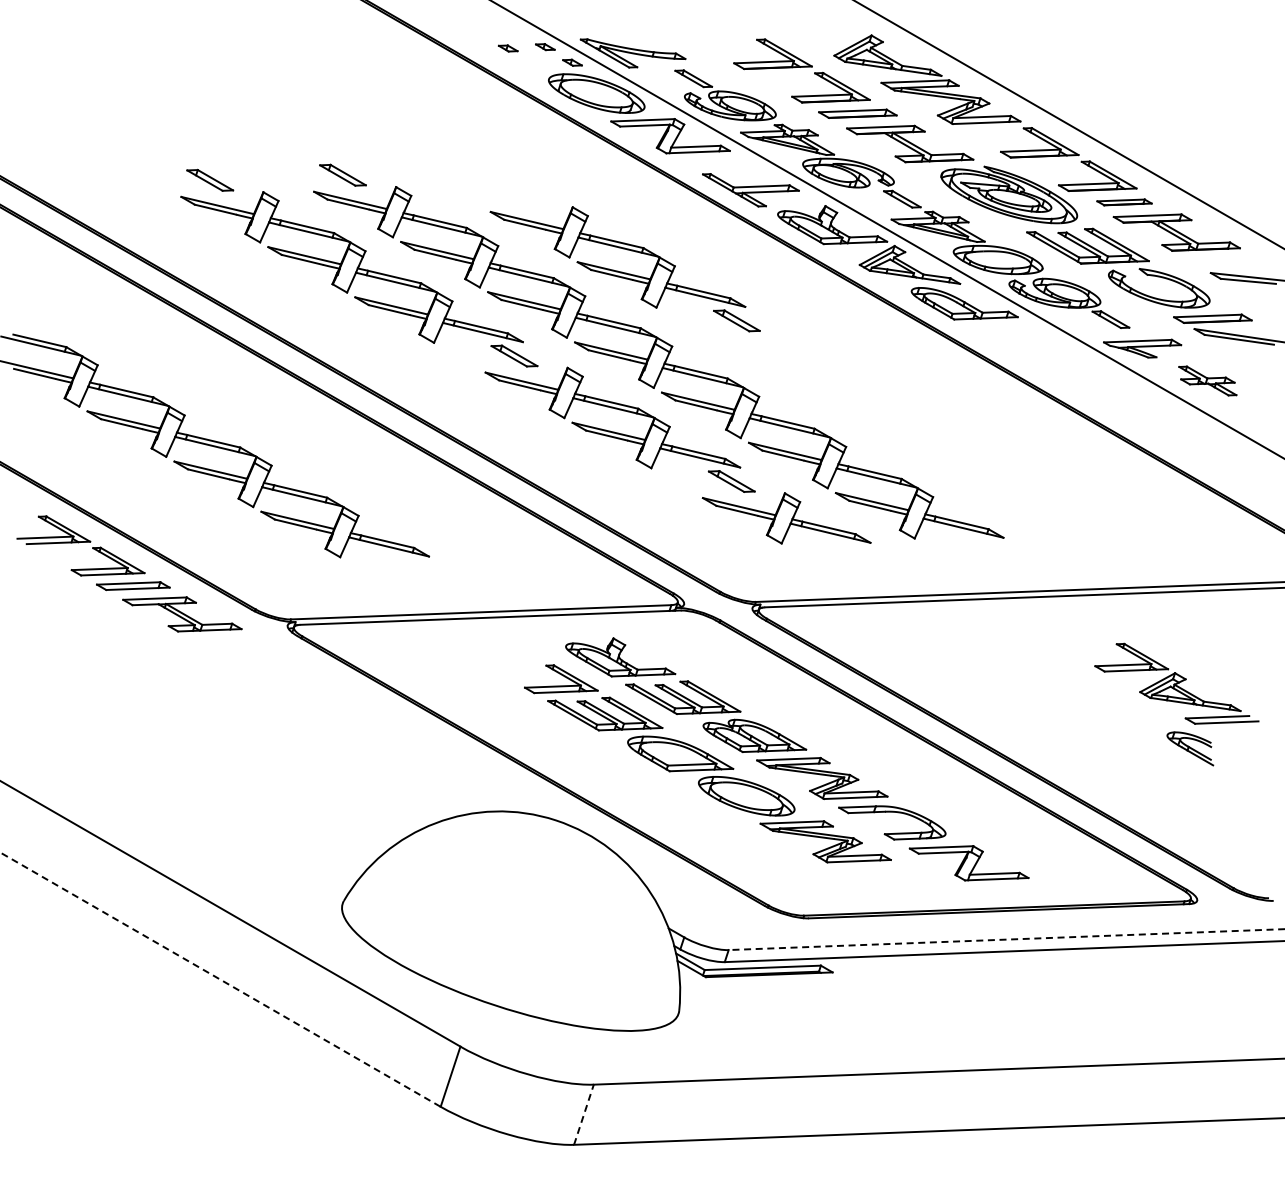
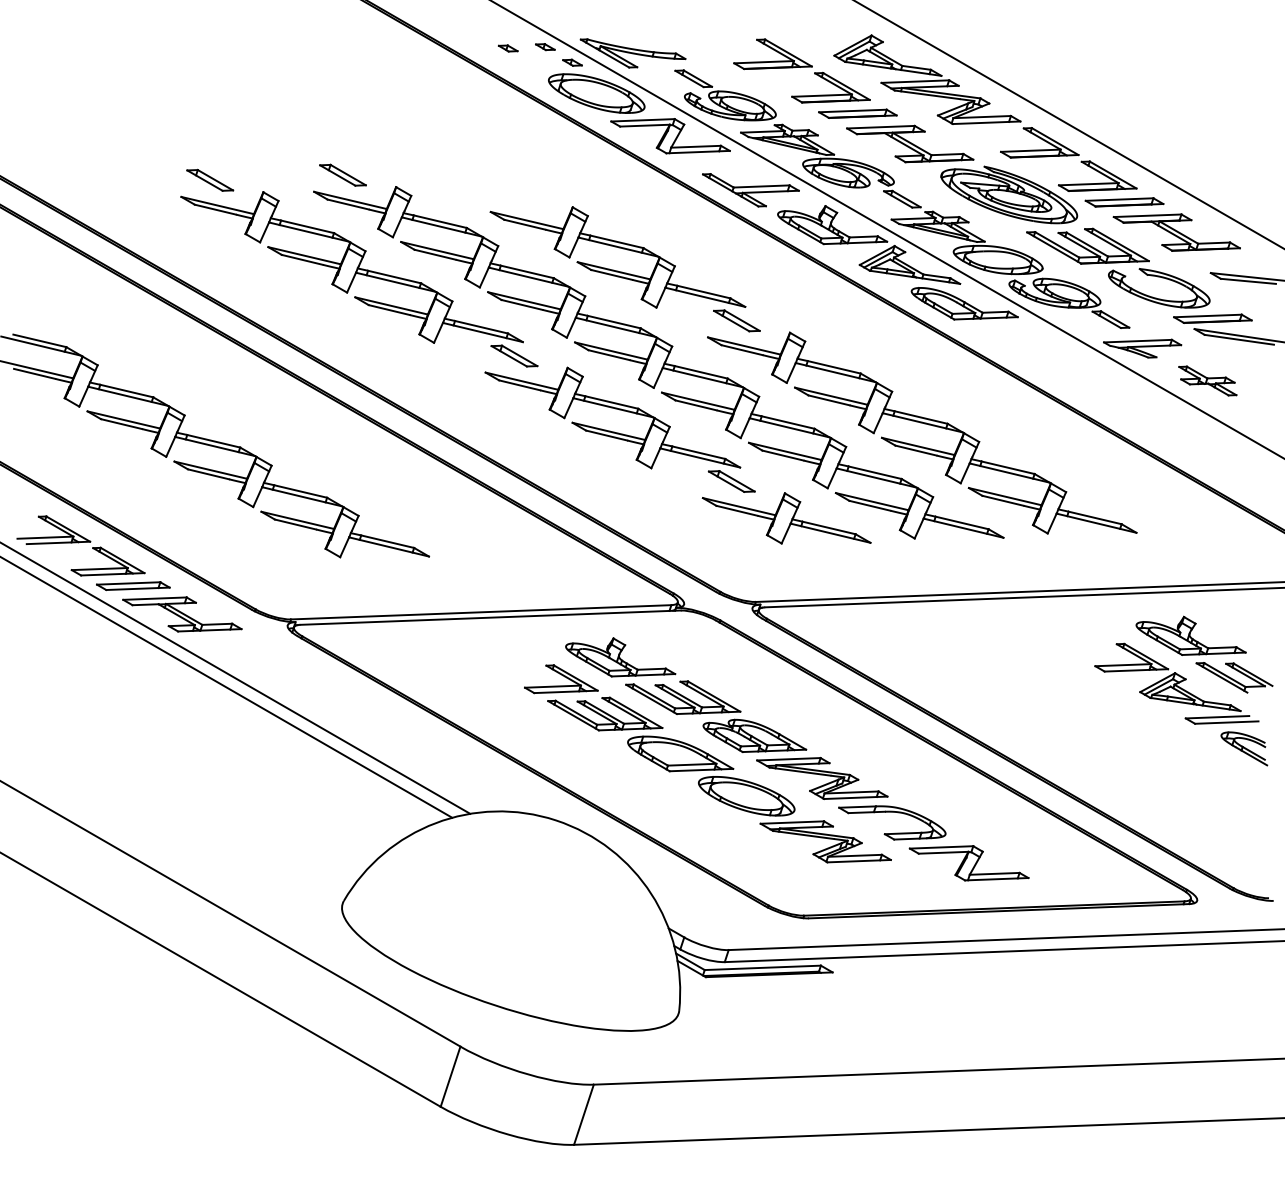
part at (1124, 202) size: 57x9 px -> 81x11 px
part at (924, 424): none -> present
part at (1204, 654): none -> present
line at (236, 678): none -> present
line at (227, 687): none -> present
part at (1190, 748) position: (1190, 748) -> (1244, 748)
line at (1006, 939): dashed -> solid
line at (220, 979): dashed -> solid
line at (583, 1114): dashed -> solid
